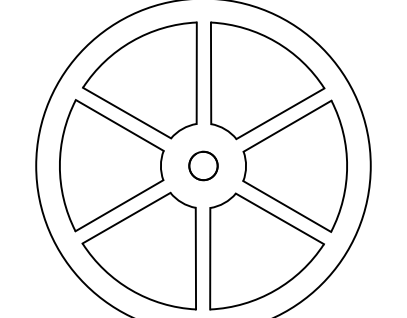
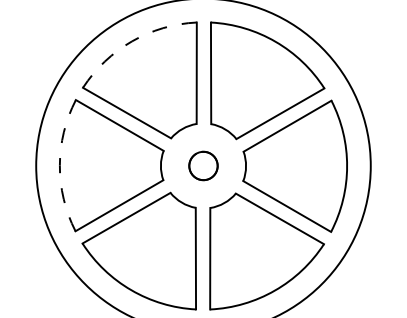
arc at (132, 41): solid -> dashed
arc at (59, 165): solid -> dashed
